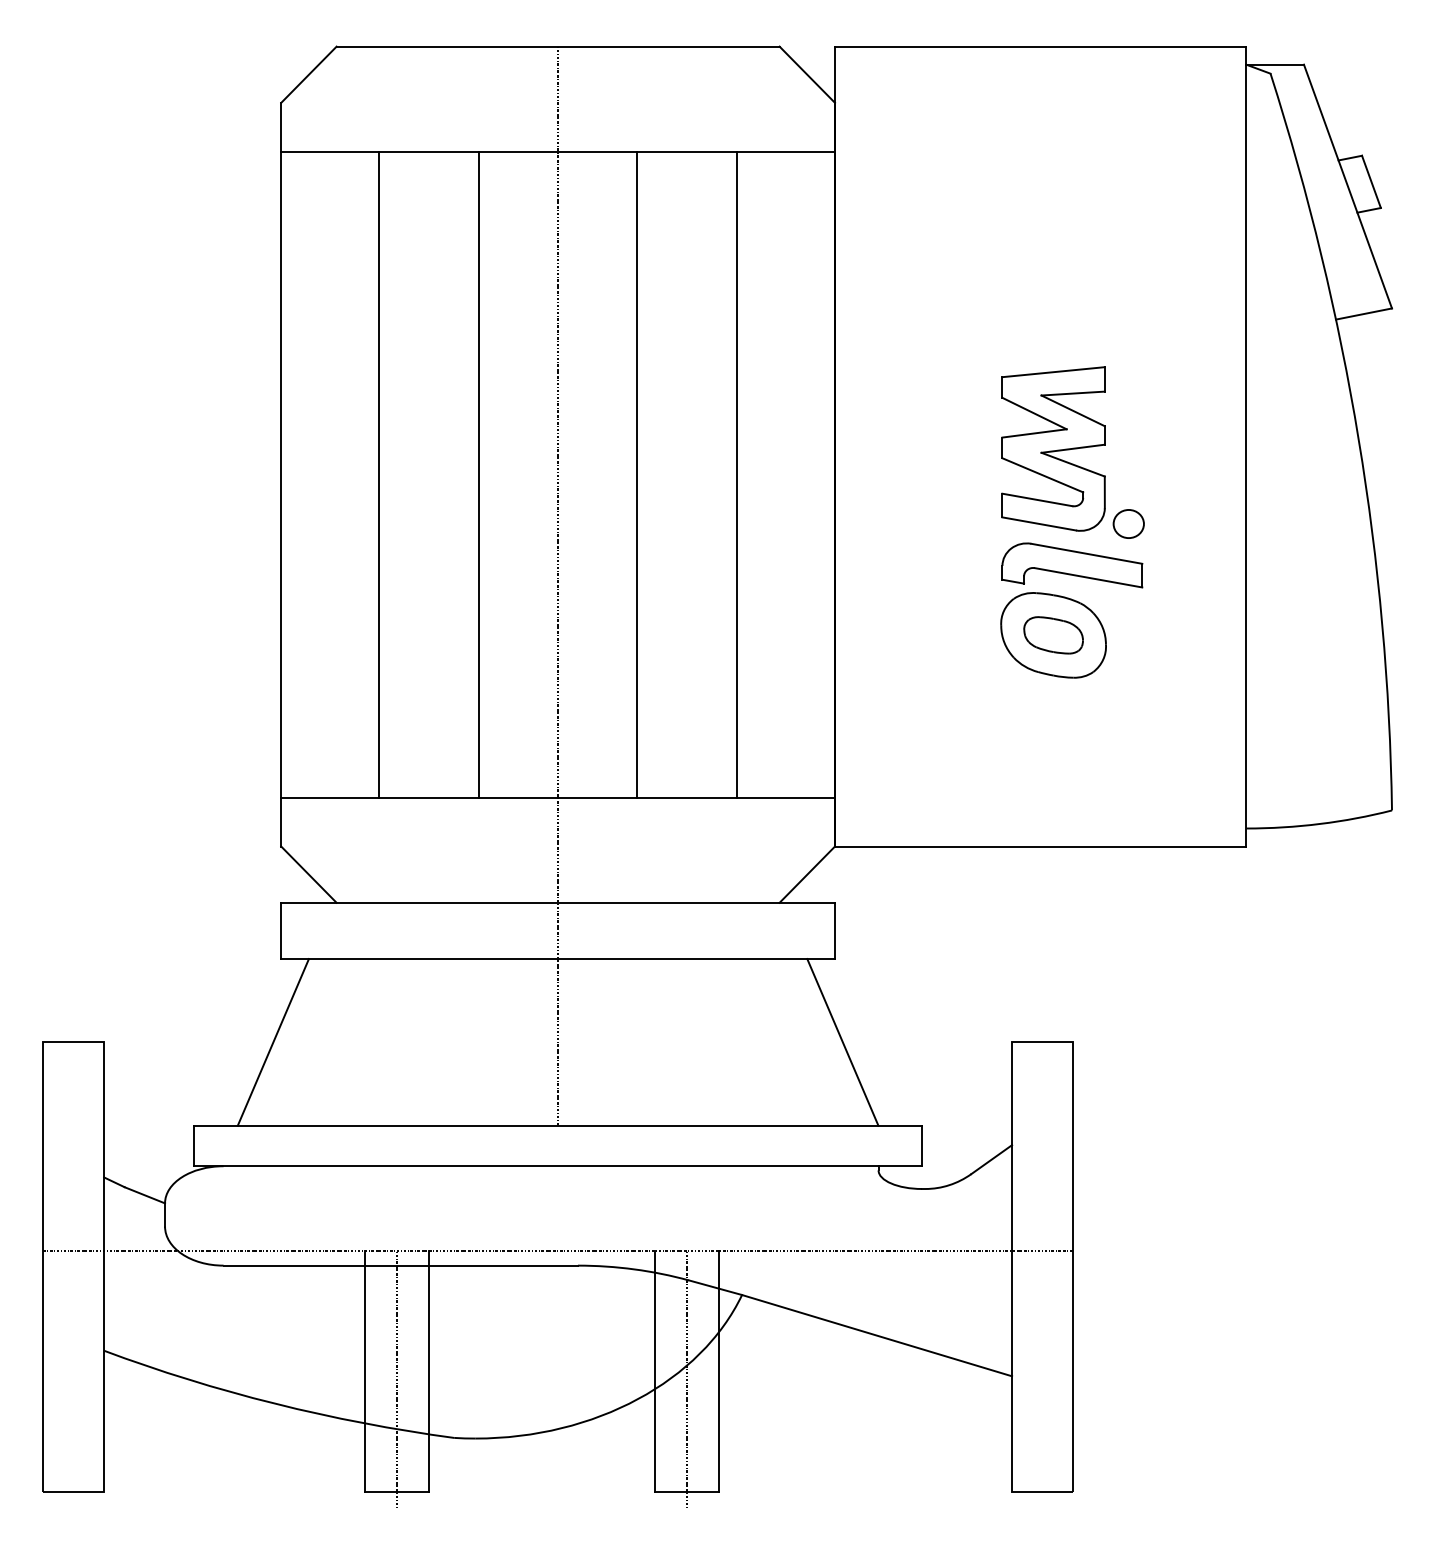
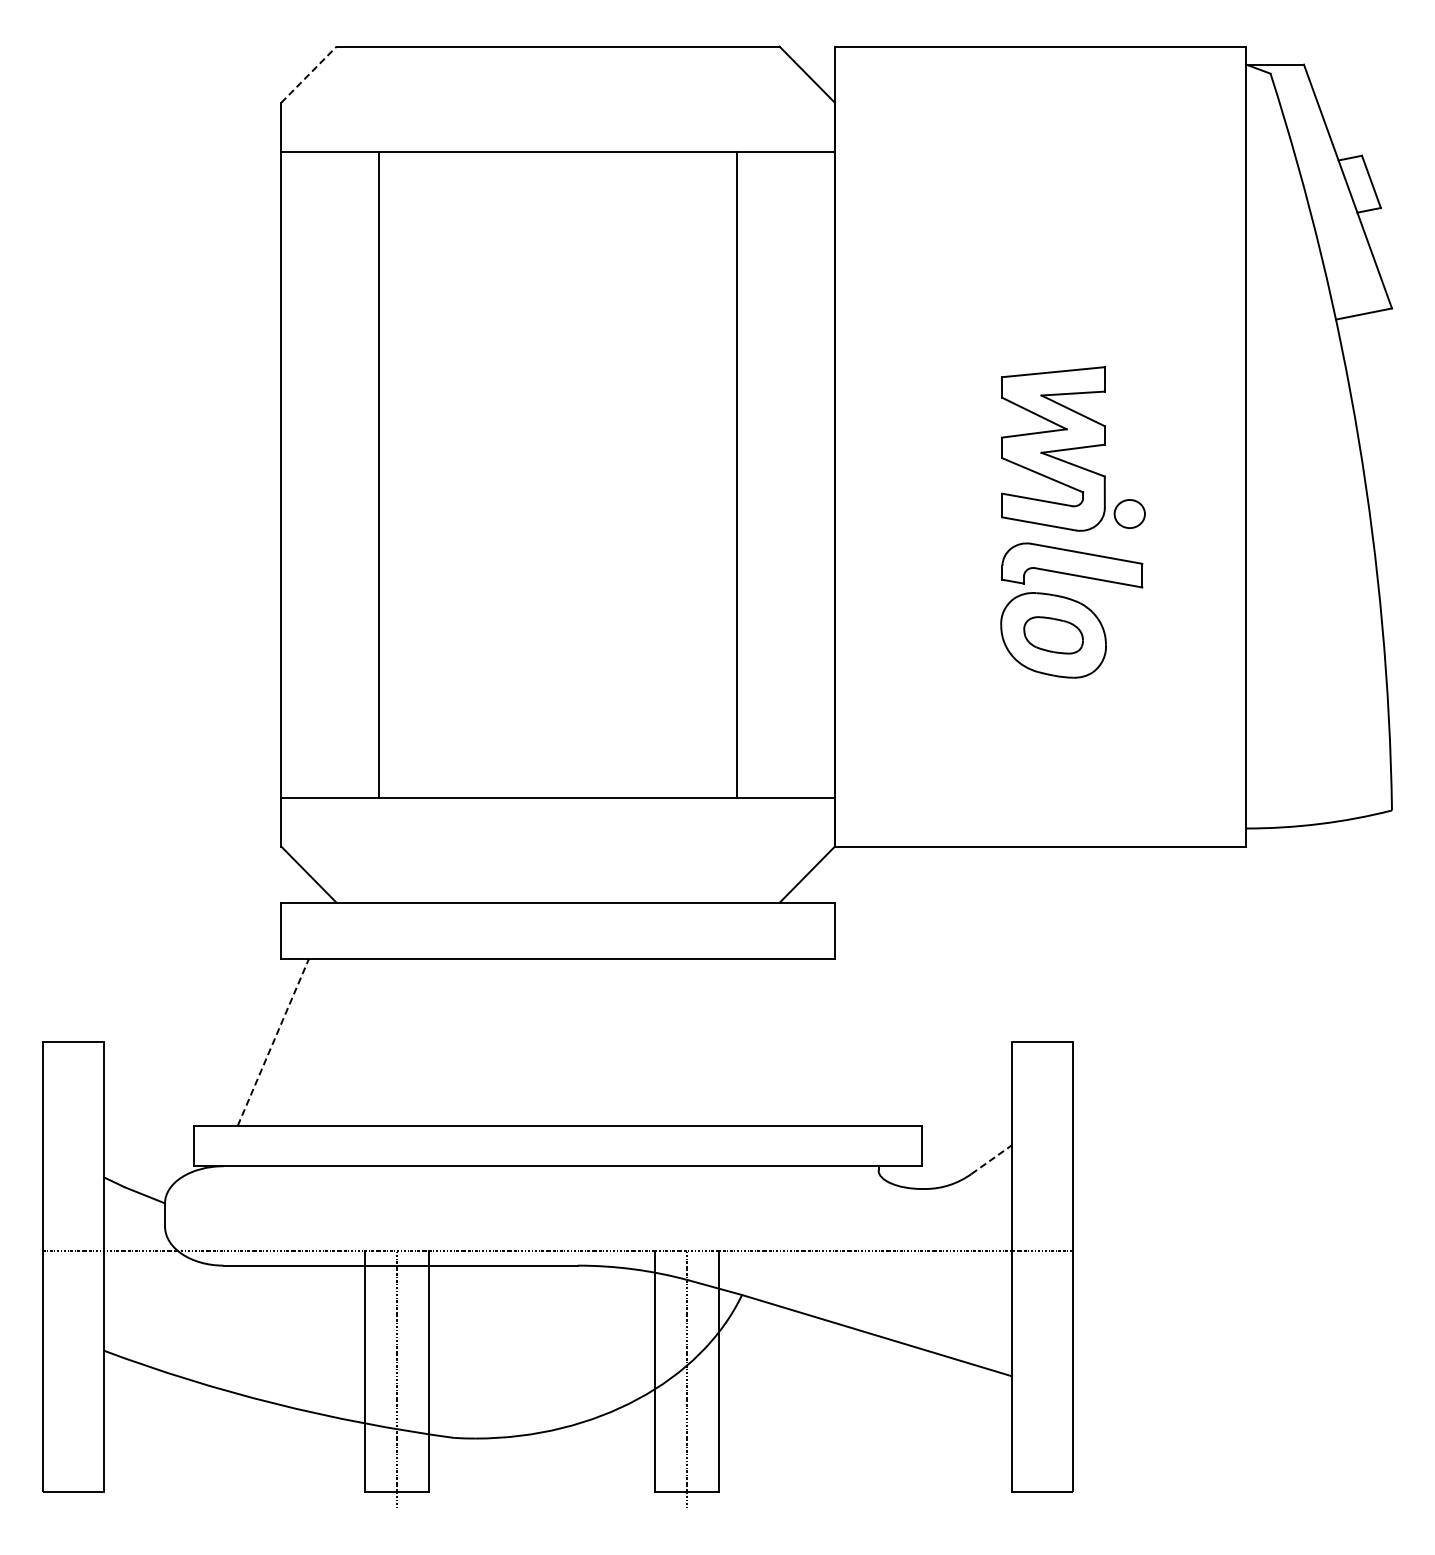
line at (309, 74): solid -> dashed
line at (479, 474): present -> none
line at (636, 474): present -> none
part at (1128, 523) position: (1128, 523) -> (1129, 513)
line at (558, 585): present -> none
line at (273, 1042): solid -> dashed
line at (842, 1042): present -> none
line at (991, 1159): solid -> dashed
